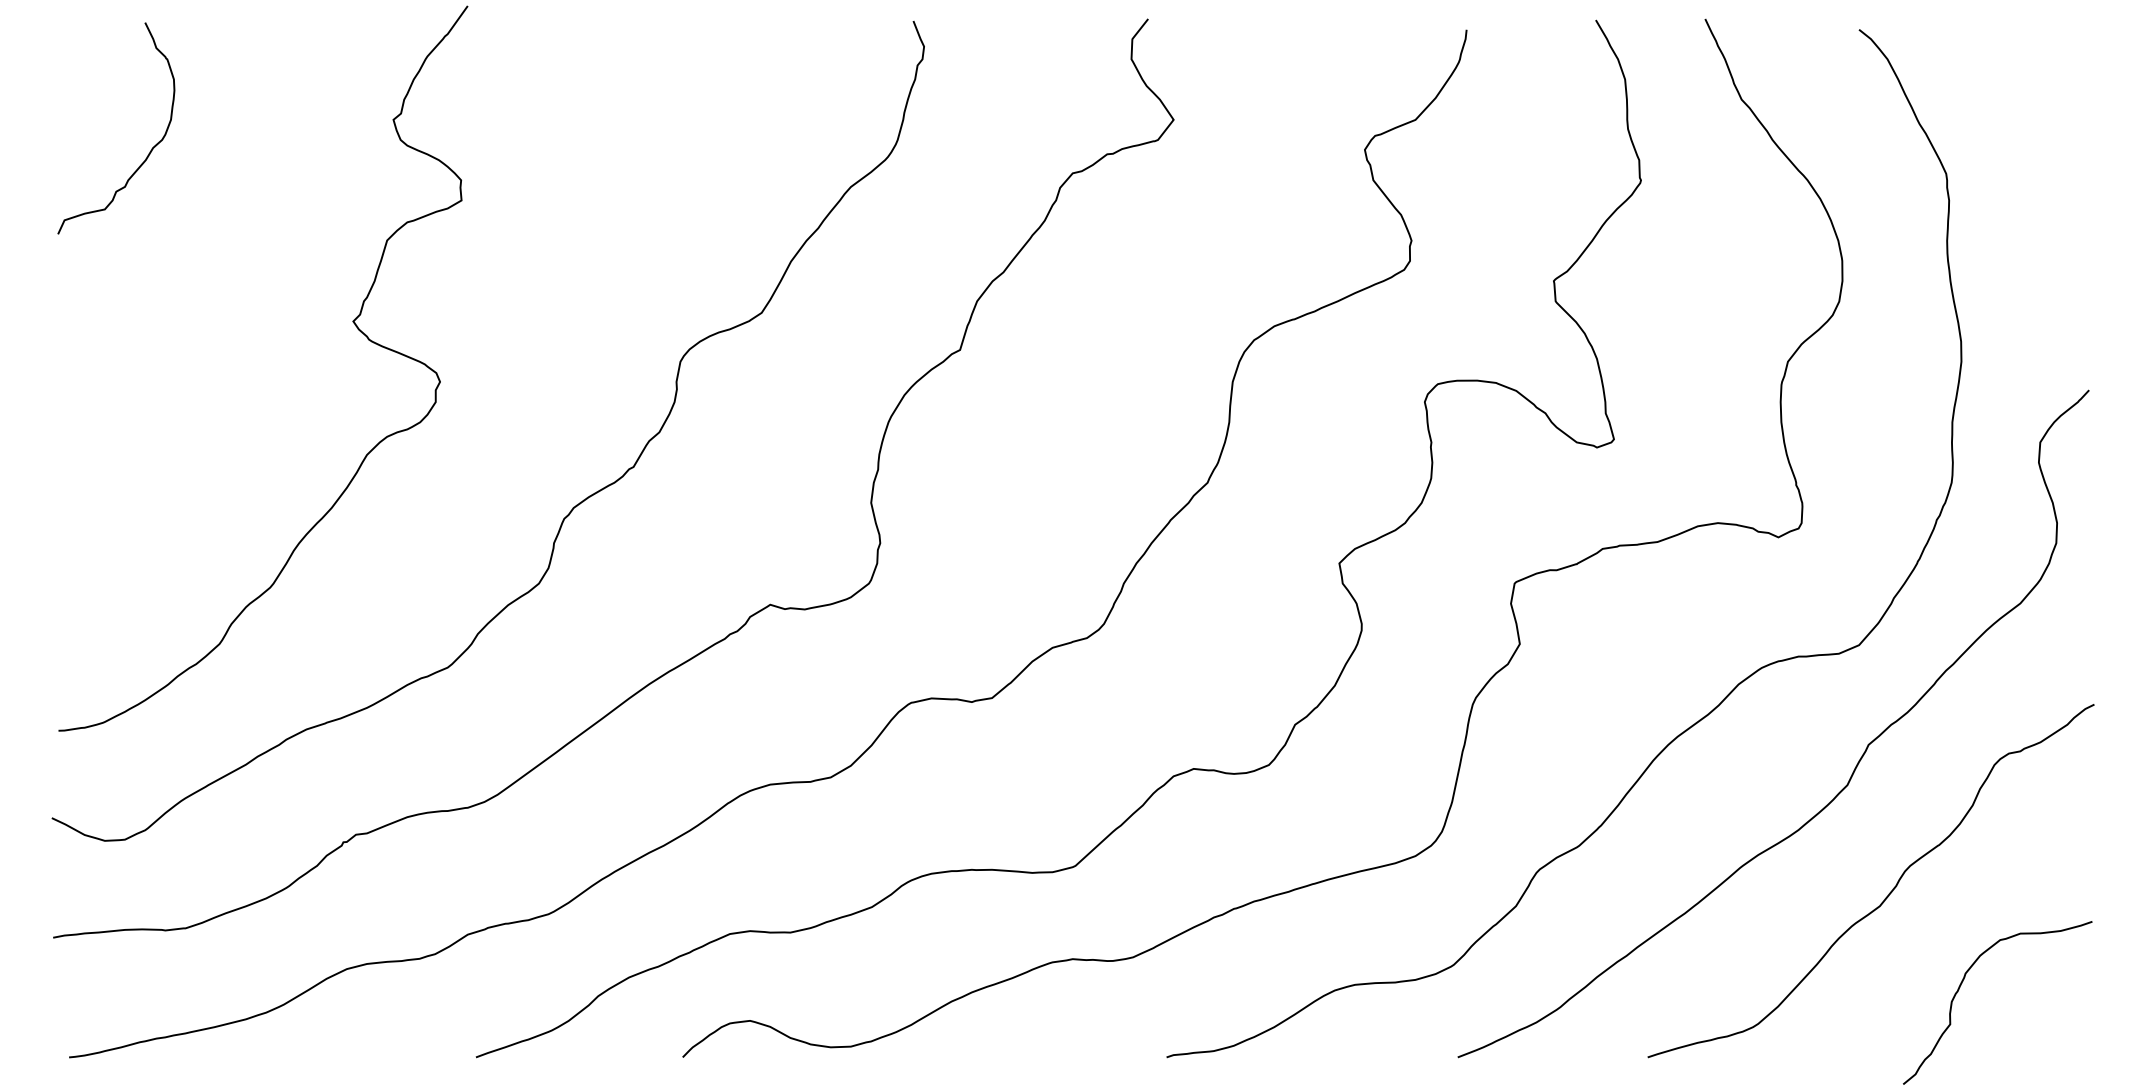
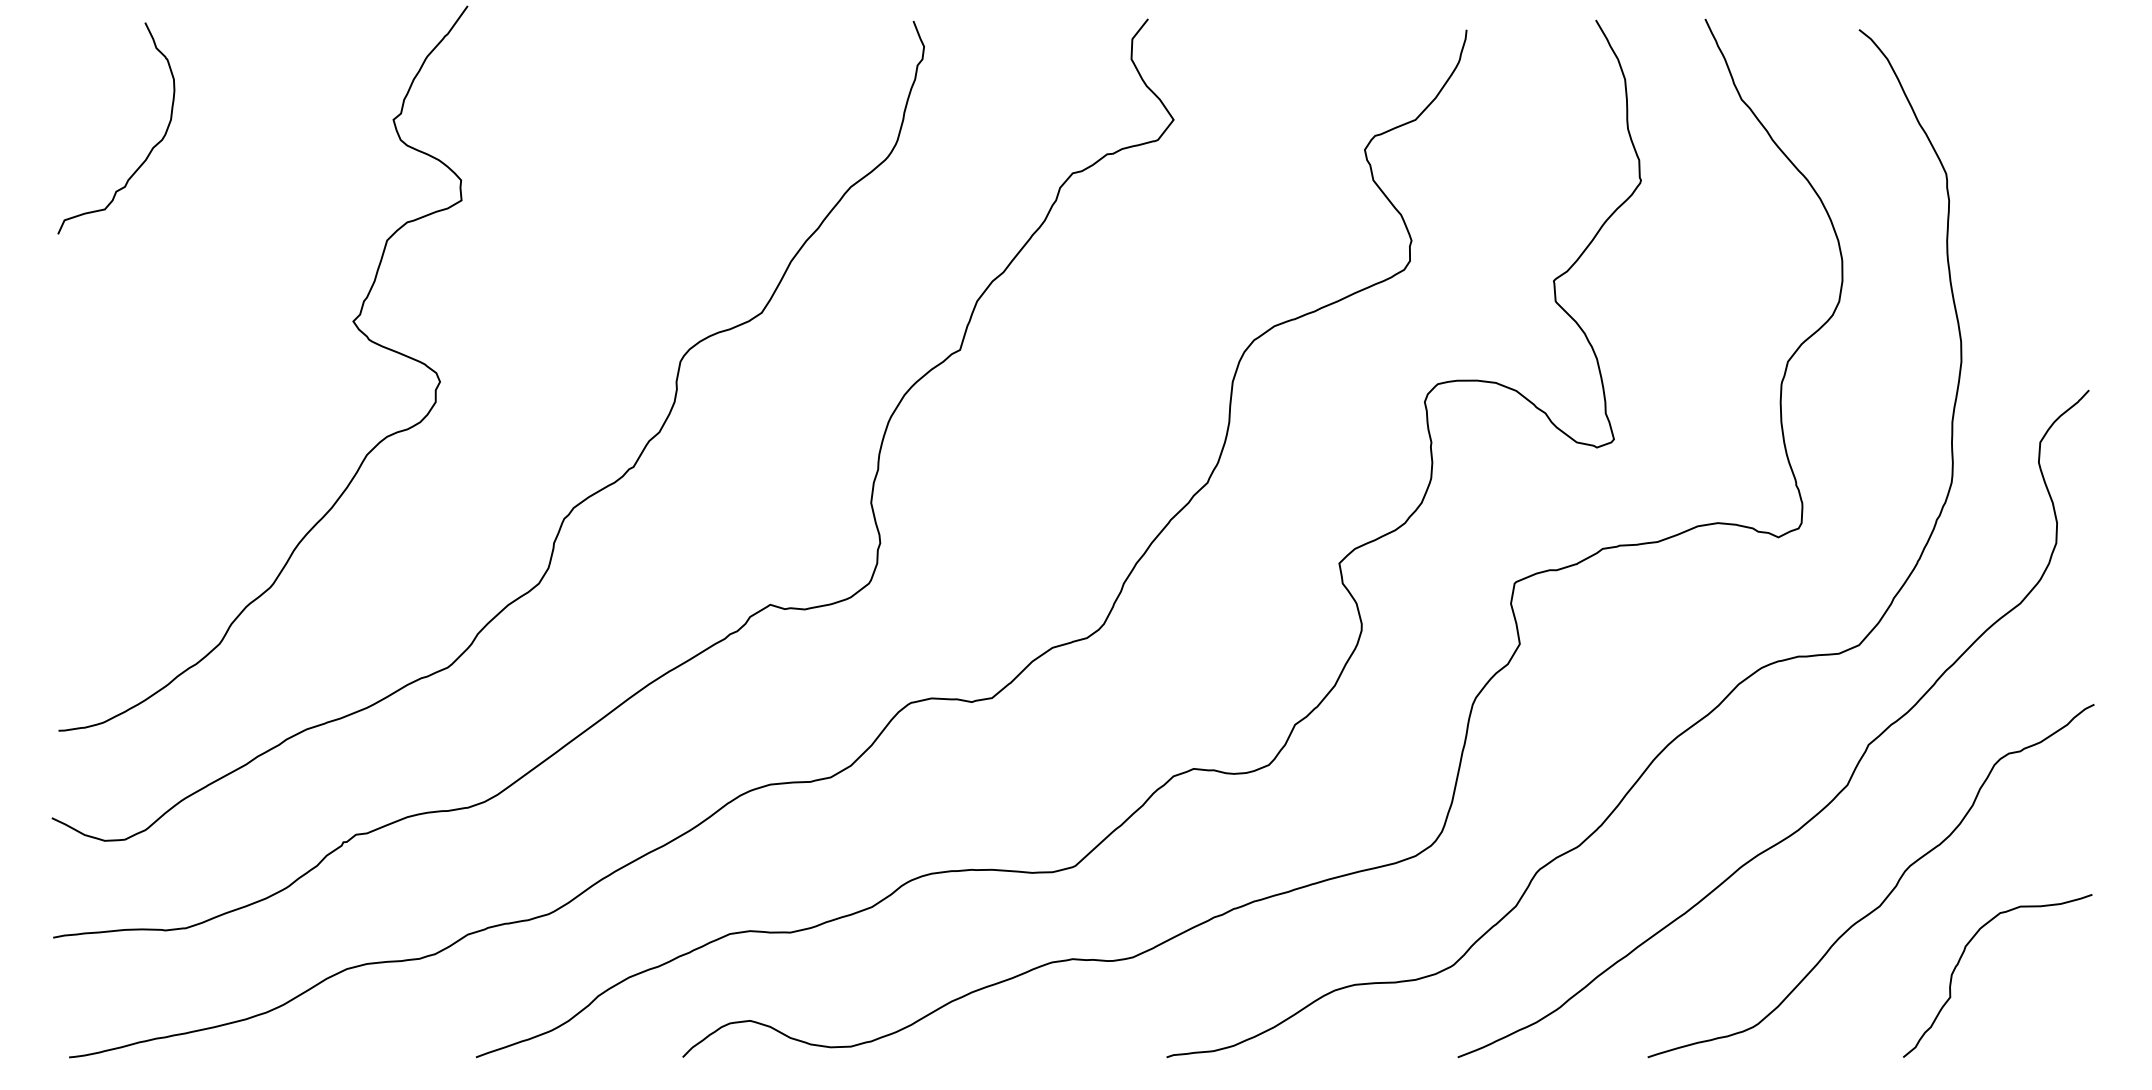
curve at (1961, 985) position: (1961, 985) -> (1961, 958)
